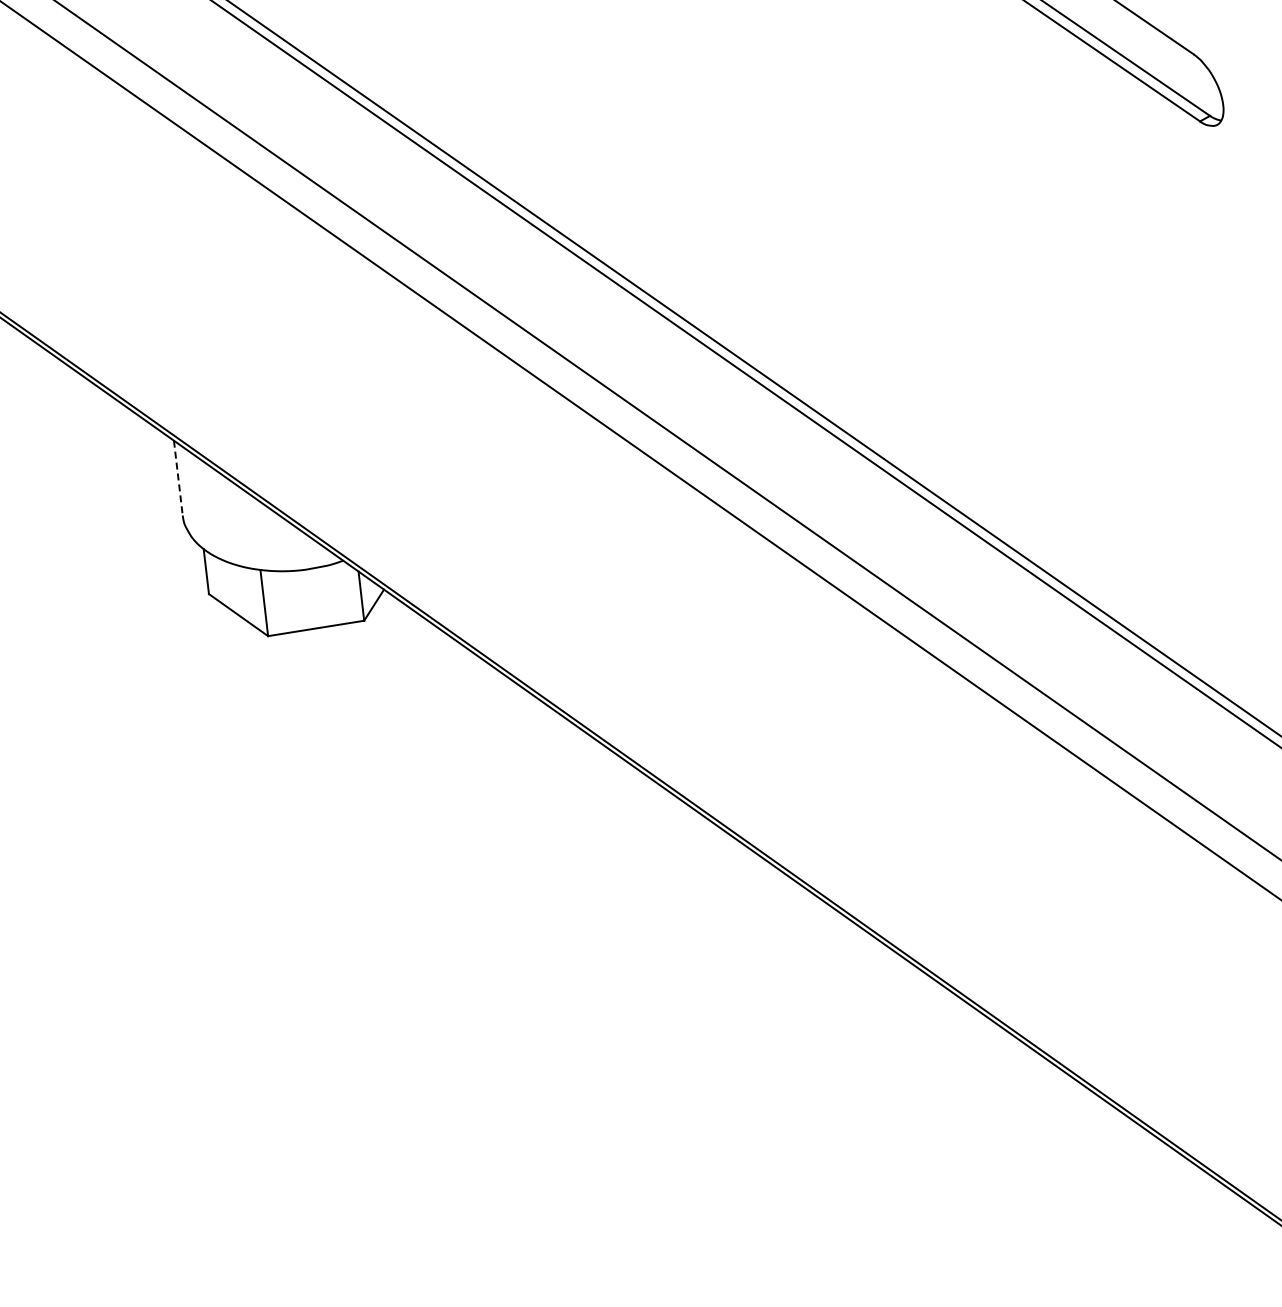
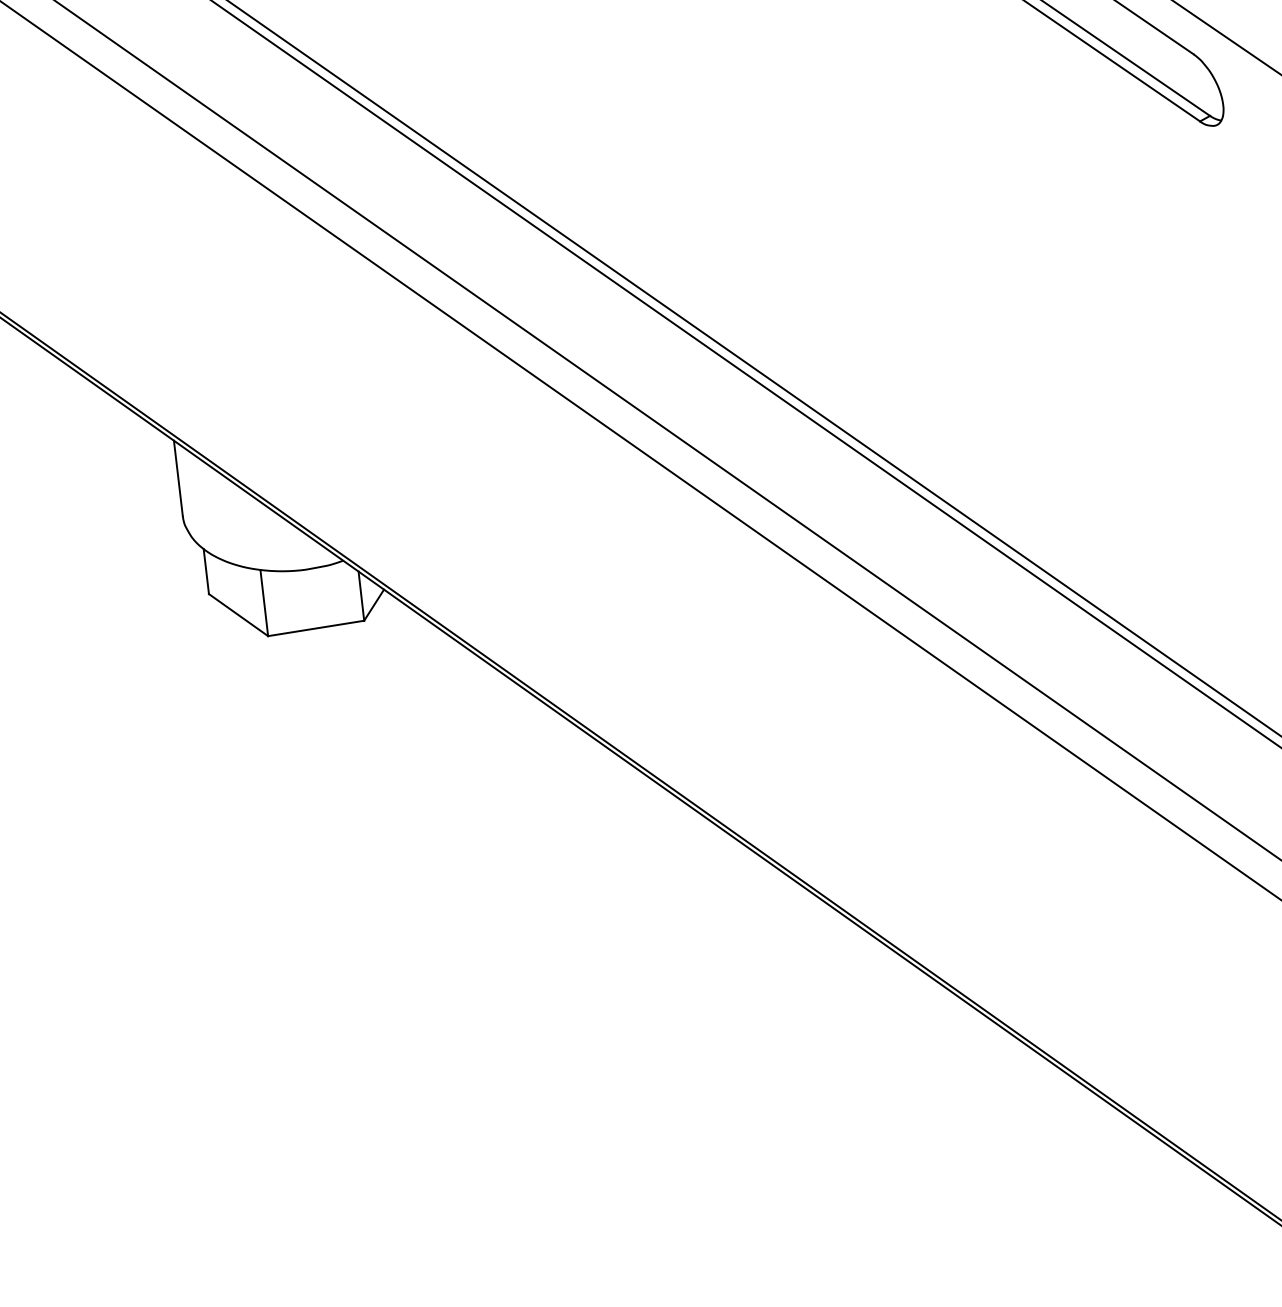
line at (1226, 37): none -> present
line at (178, 478): dashed -> solid
